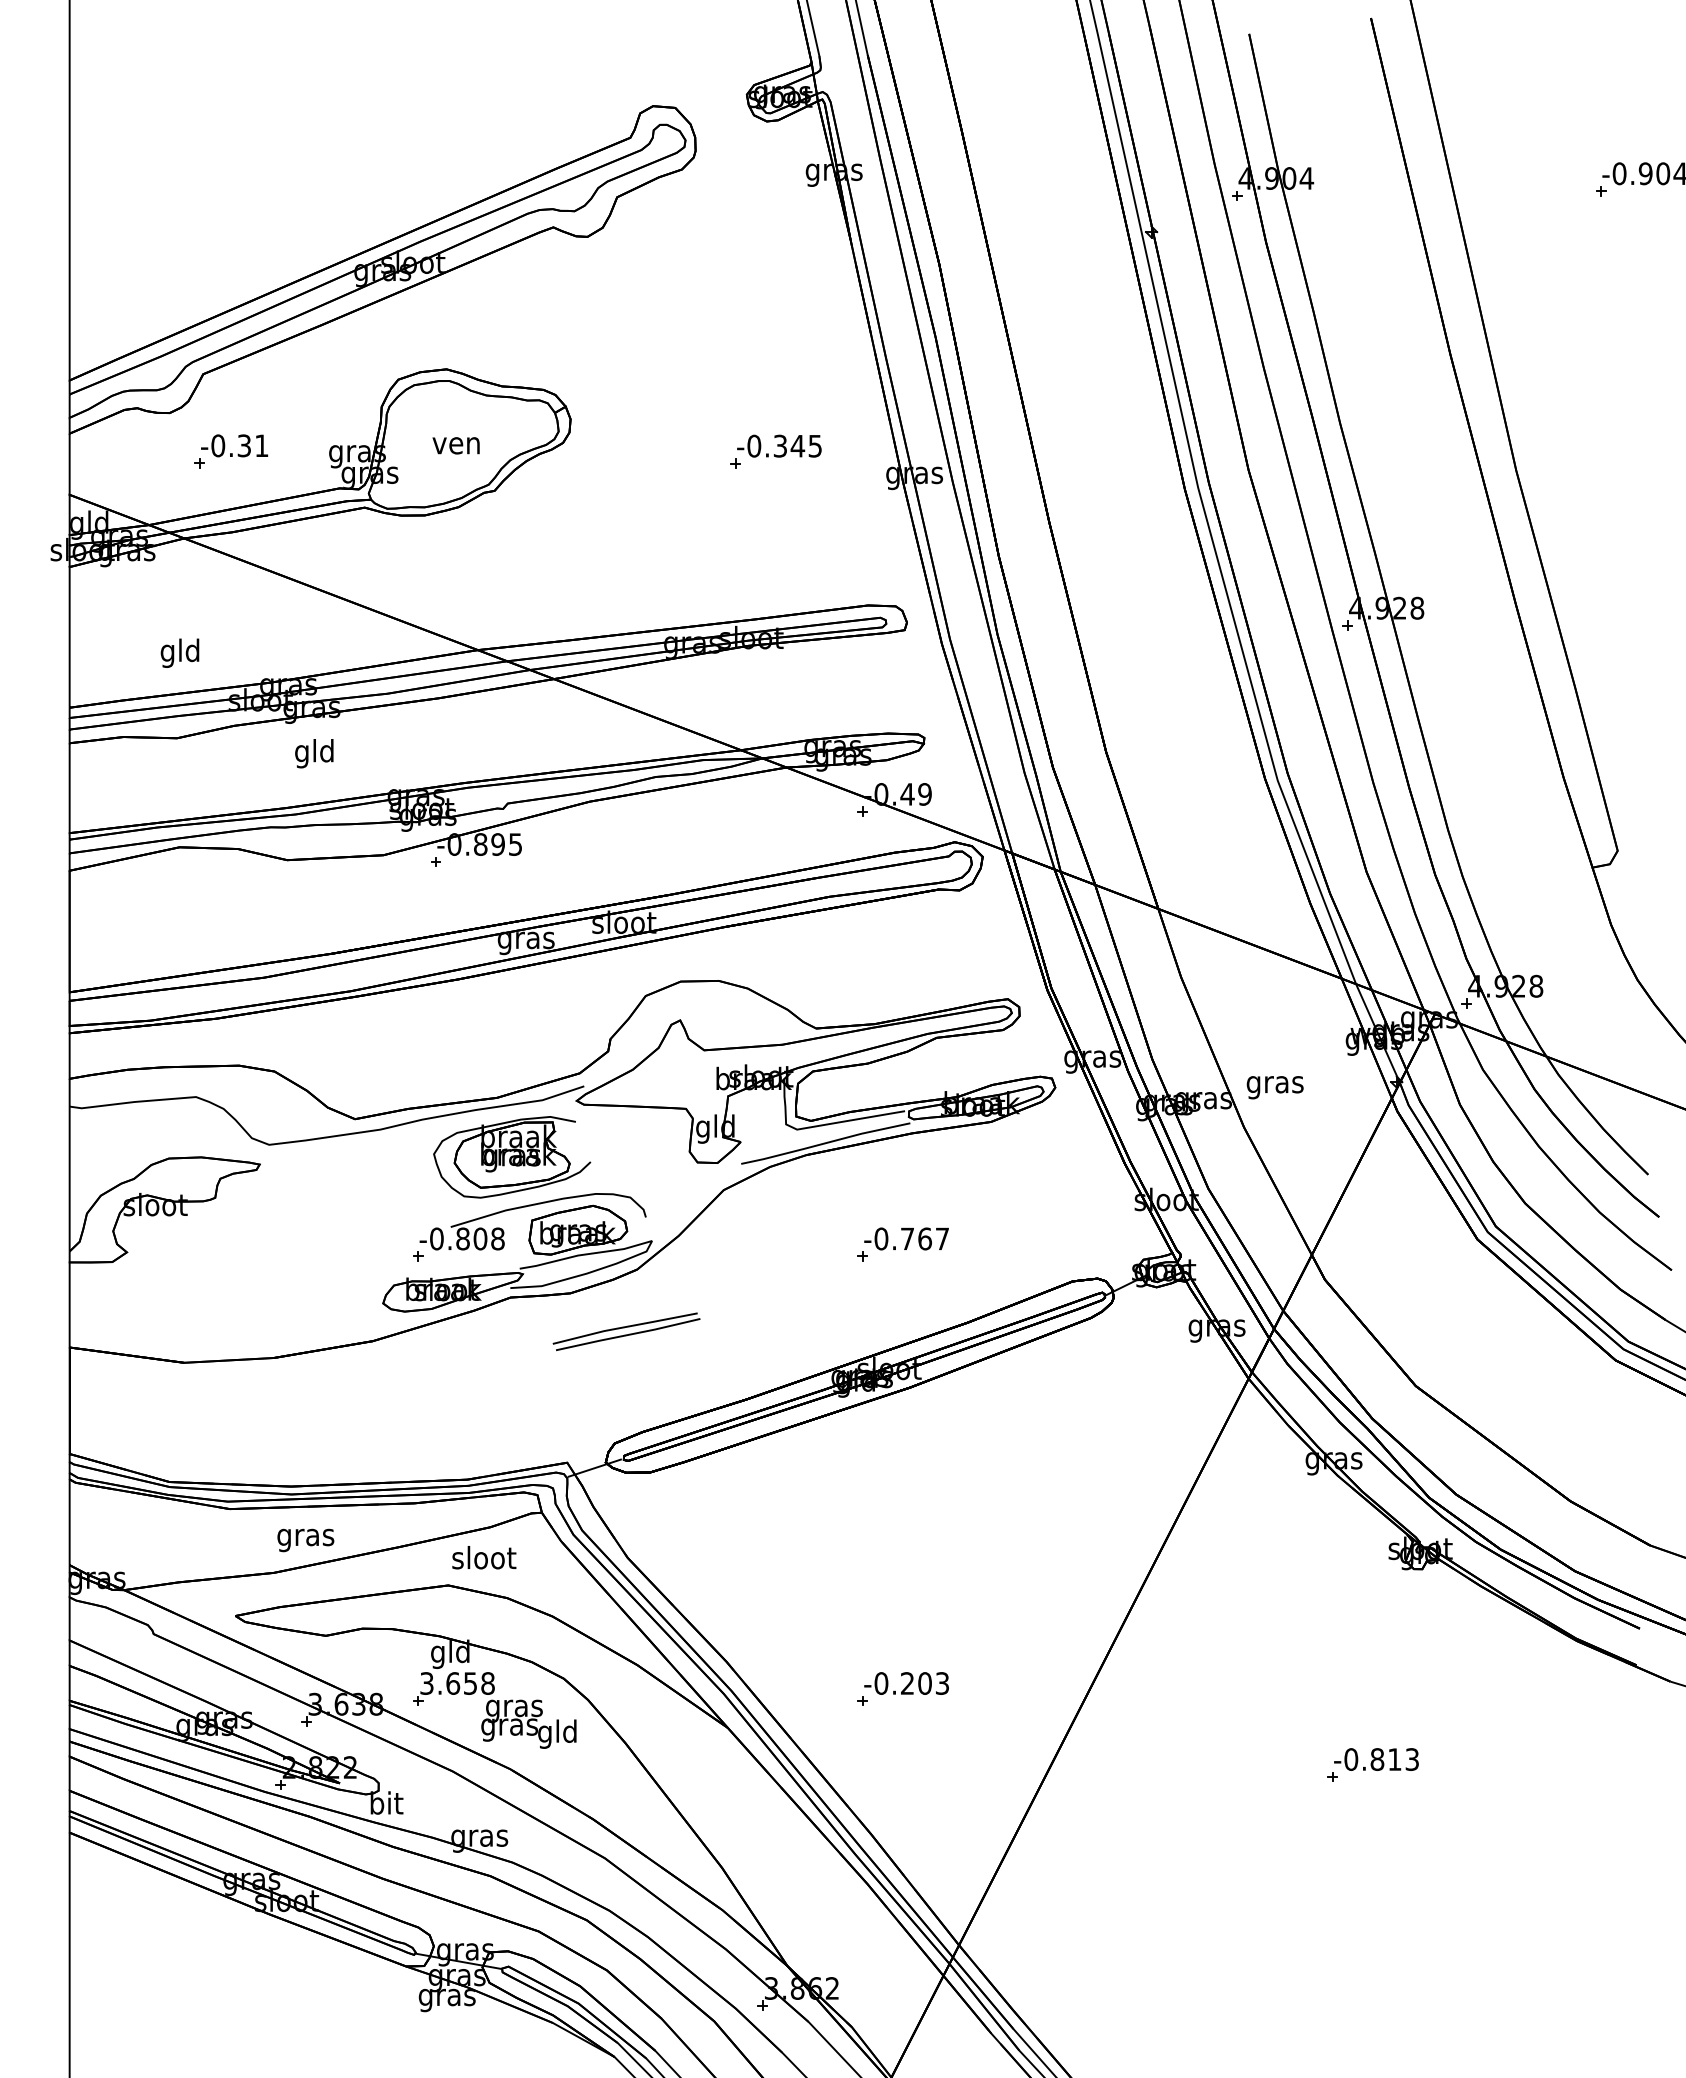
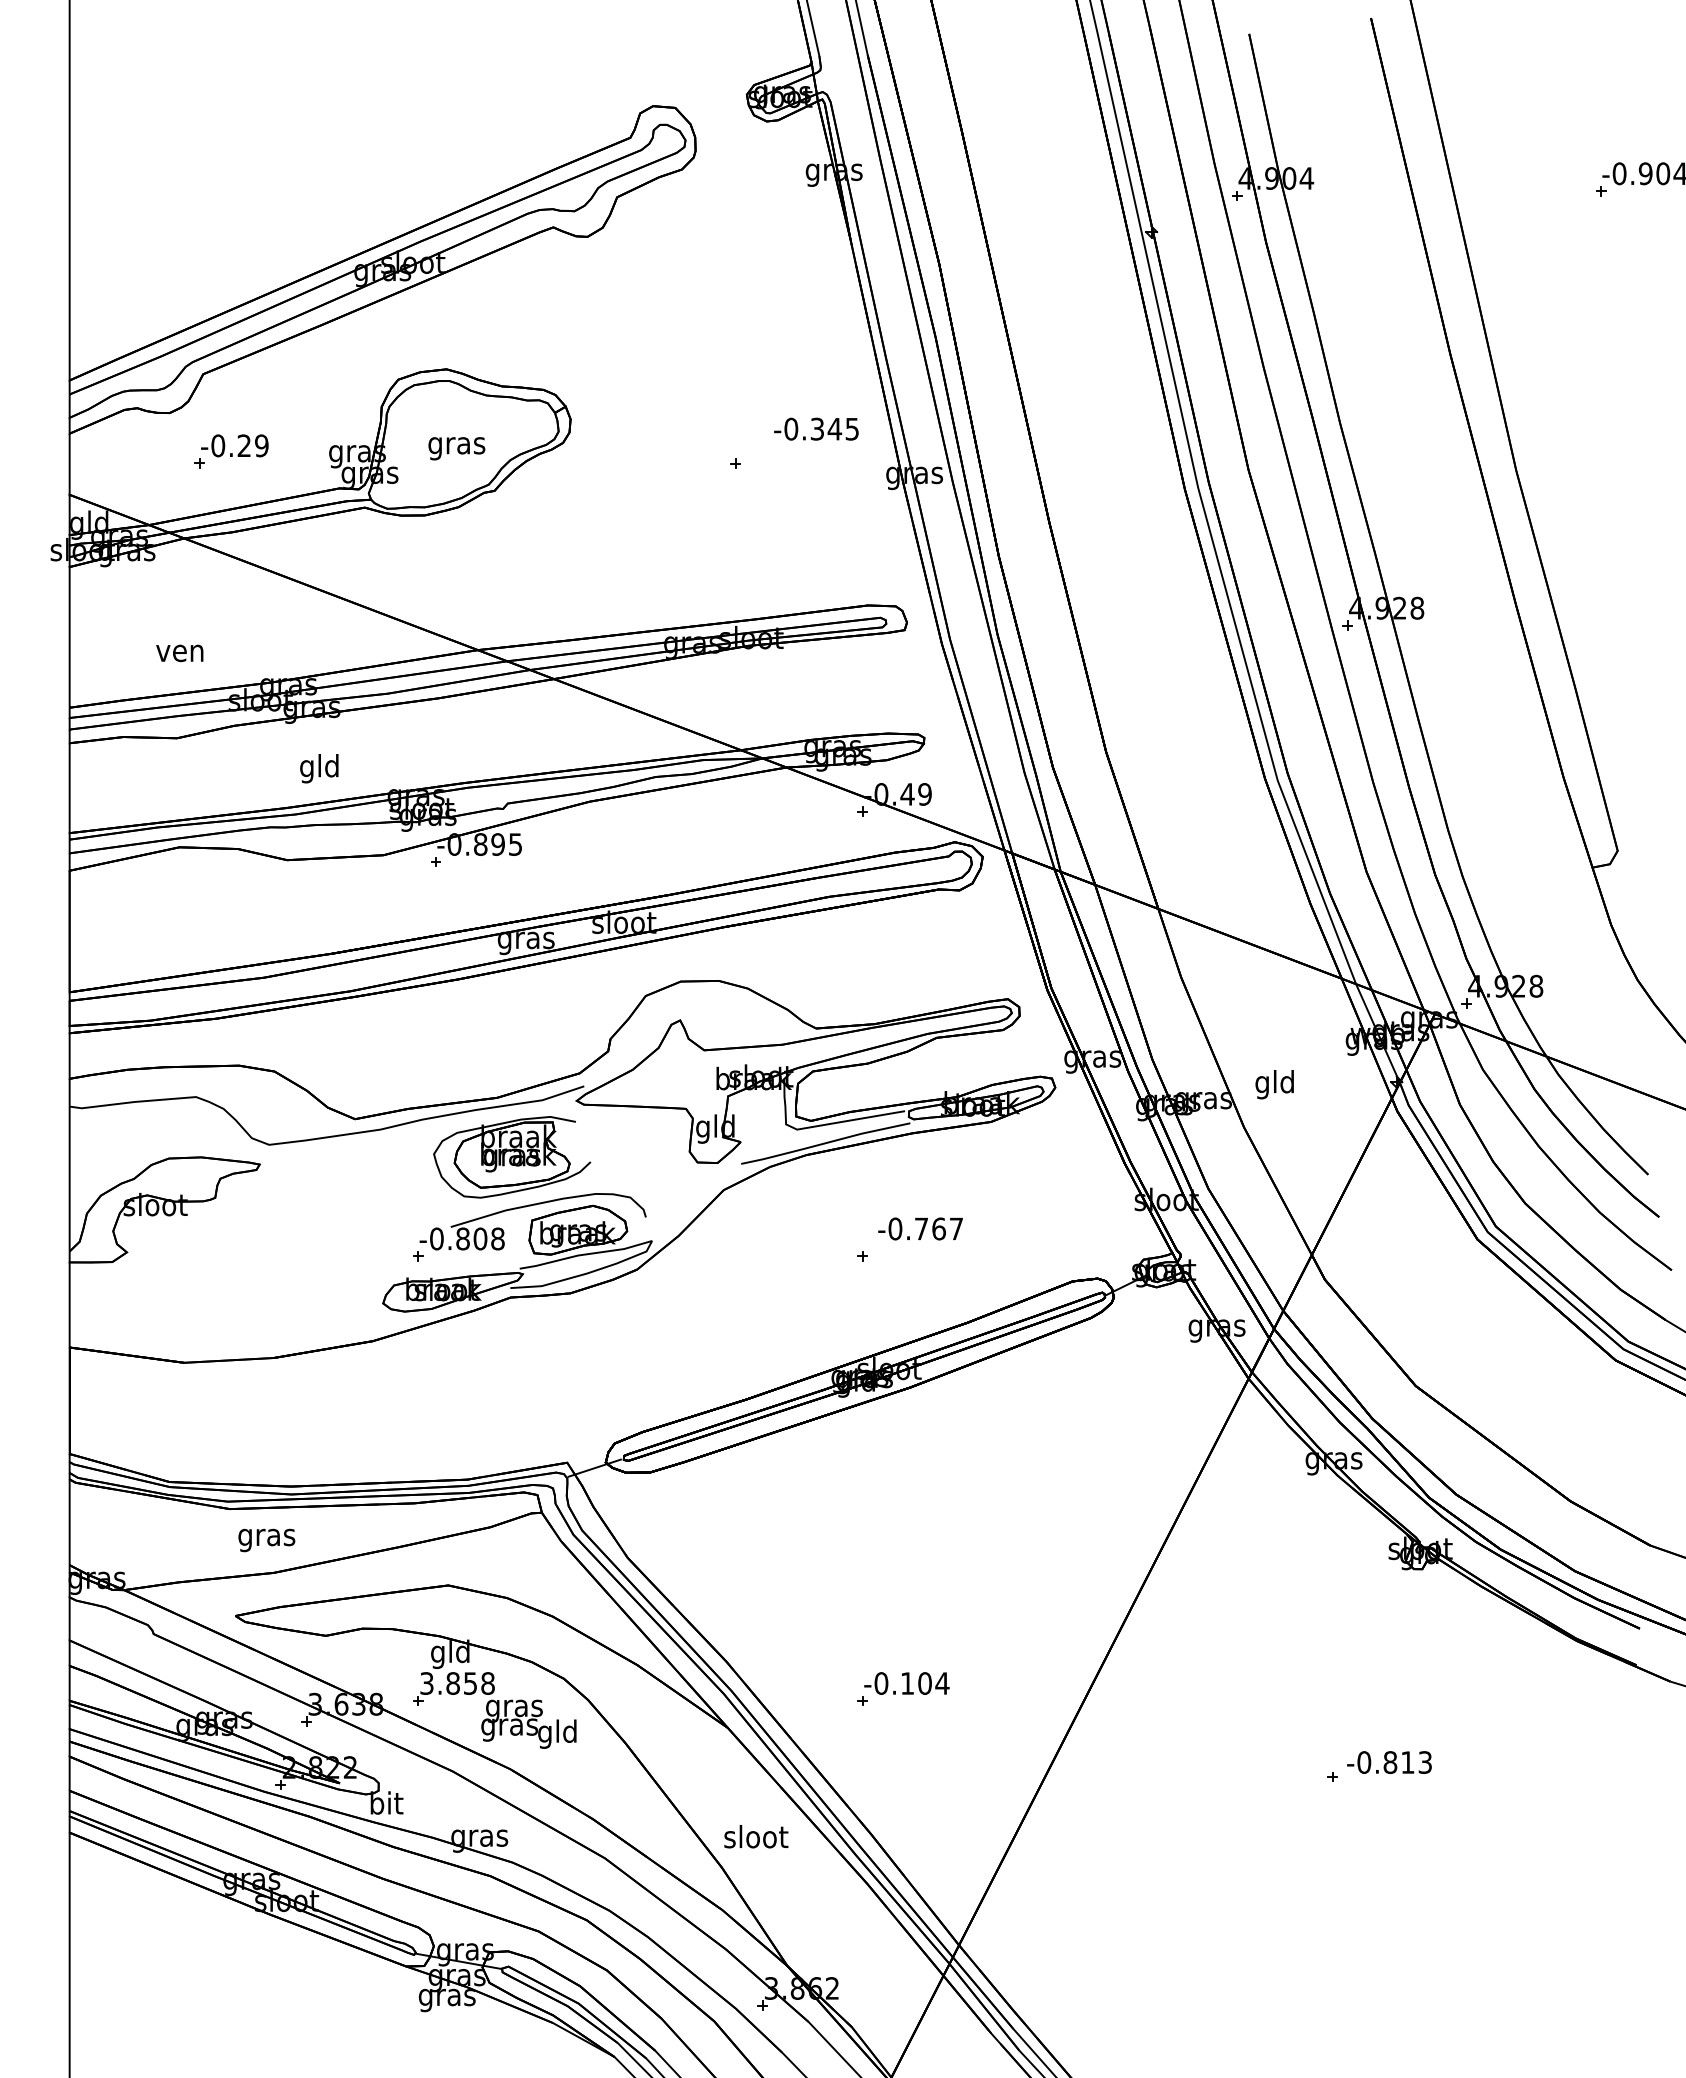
text at (252, 445): -0.31 -> -0.29
text at (779, 445) position: (779, 445) -> (816, 428)
text at (456, 448): ven -> gras
text at (179, 652): gld -> ven
text at (314, 753) position: (314, 753) -> (319, 768)
text at (1274, 1084): gras -> gld
text at (906, 1238) position: (906, 1238) -> (920, 1228)
part at (626, 1331): present -> none
text at (305, 1540) position: (305, 1540) -> (266, 1540)
text at (484, 1557) position: (484, 1557) -> (756, 1836)
text at (453, 1683): 3.658 -> 3.858
text at (925, 1683): -0.203 -> -0.104
text at (1376, 1759) position: (1376, 1759) -> (1389, 1762)
